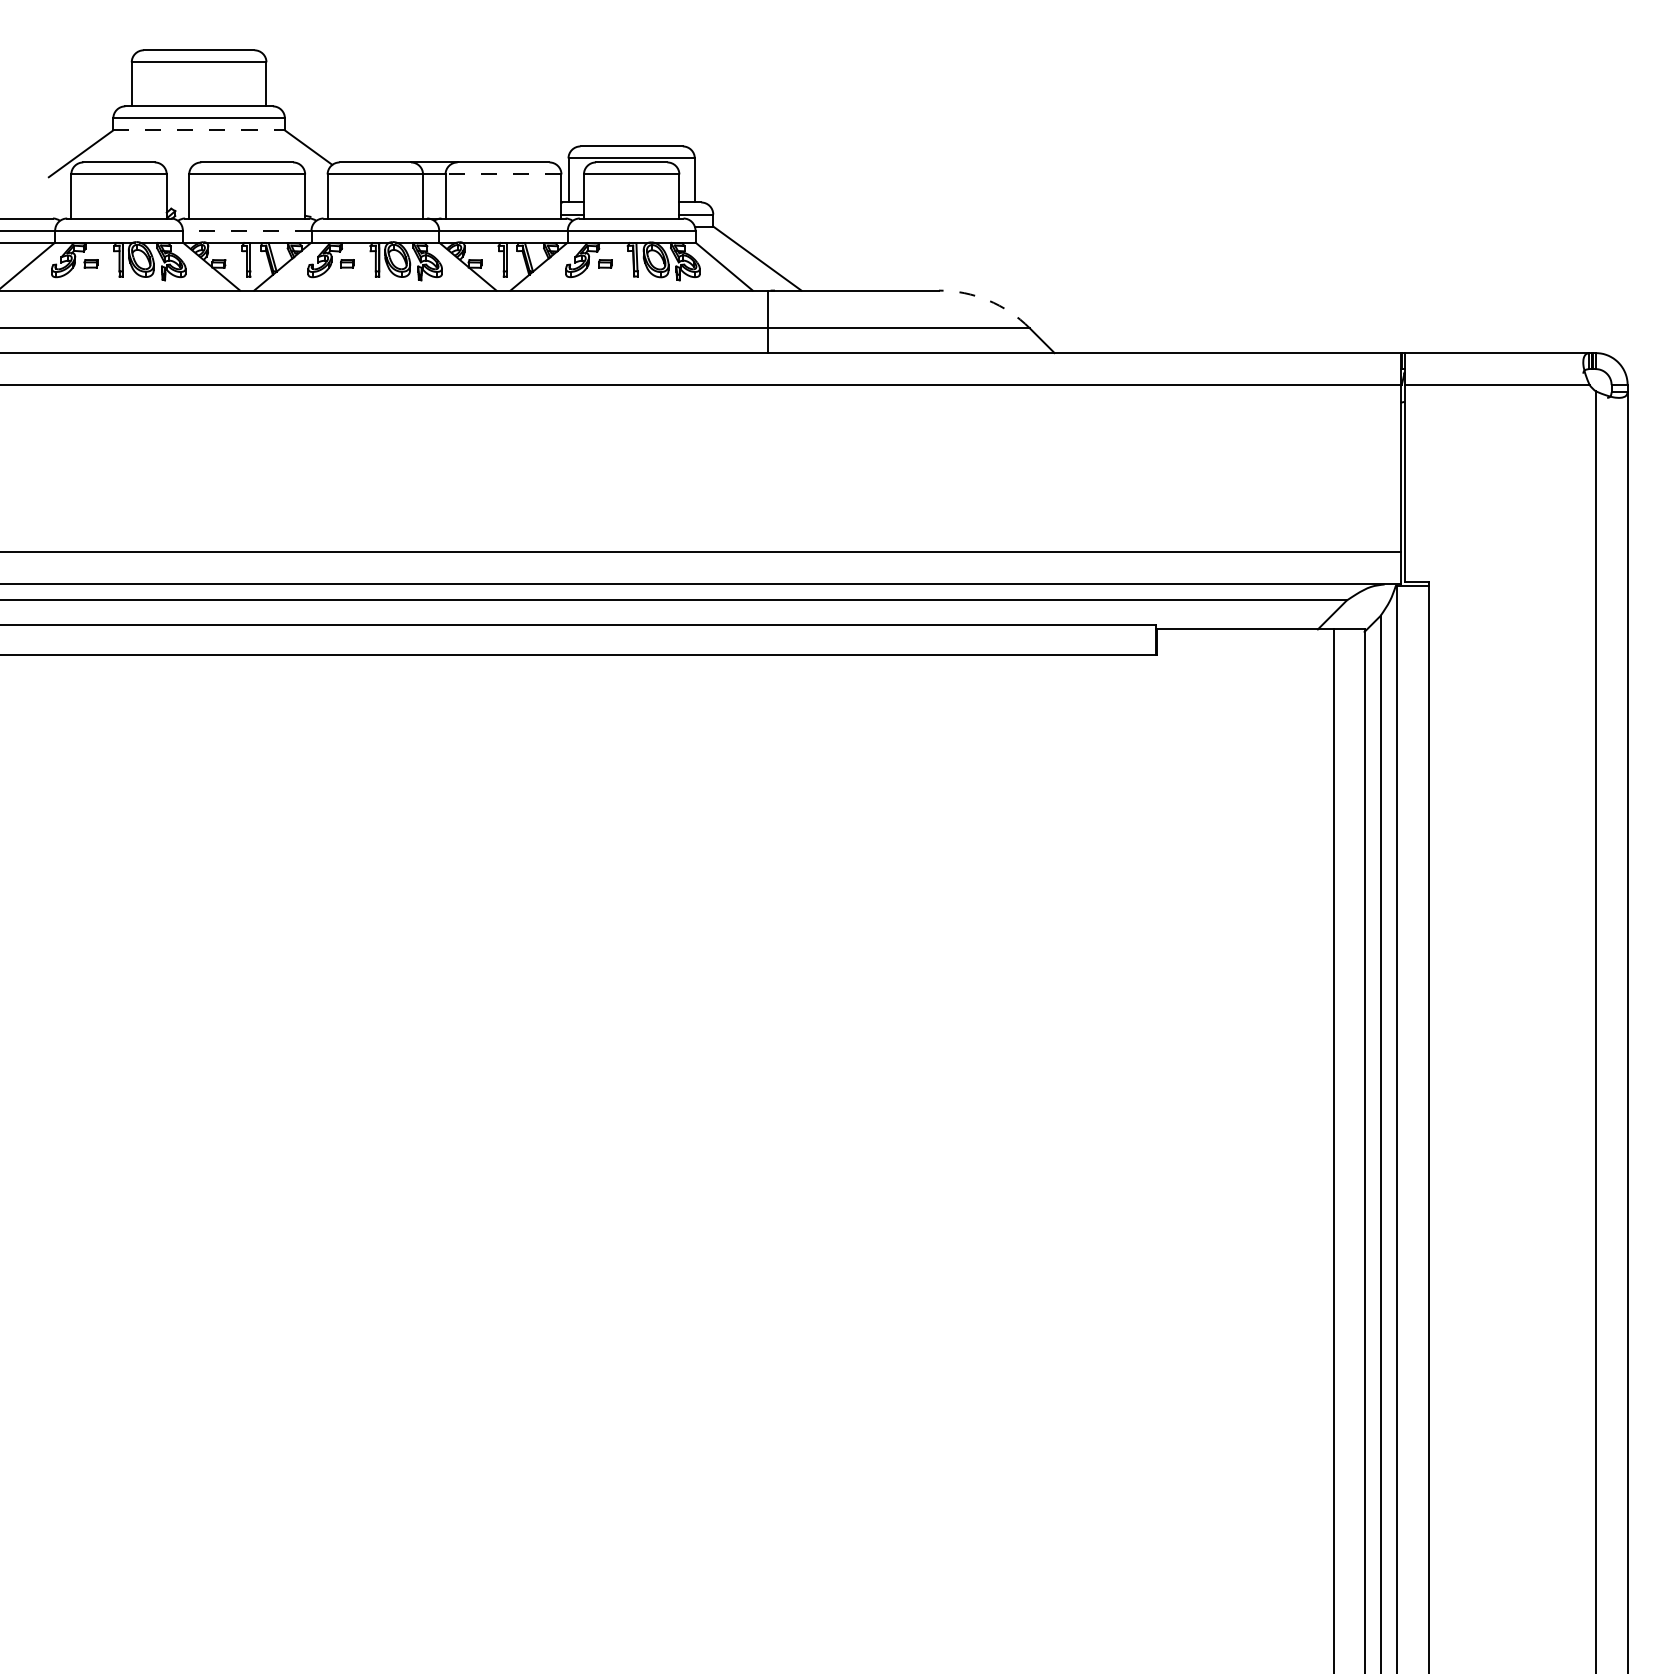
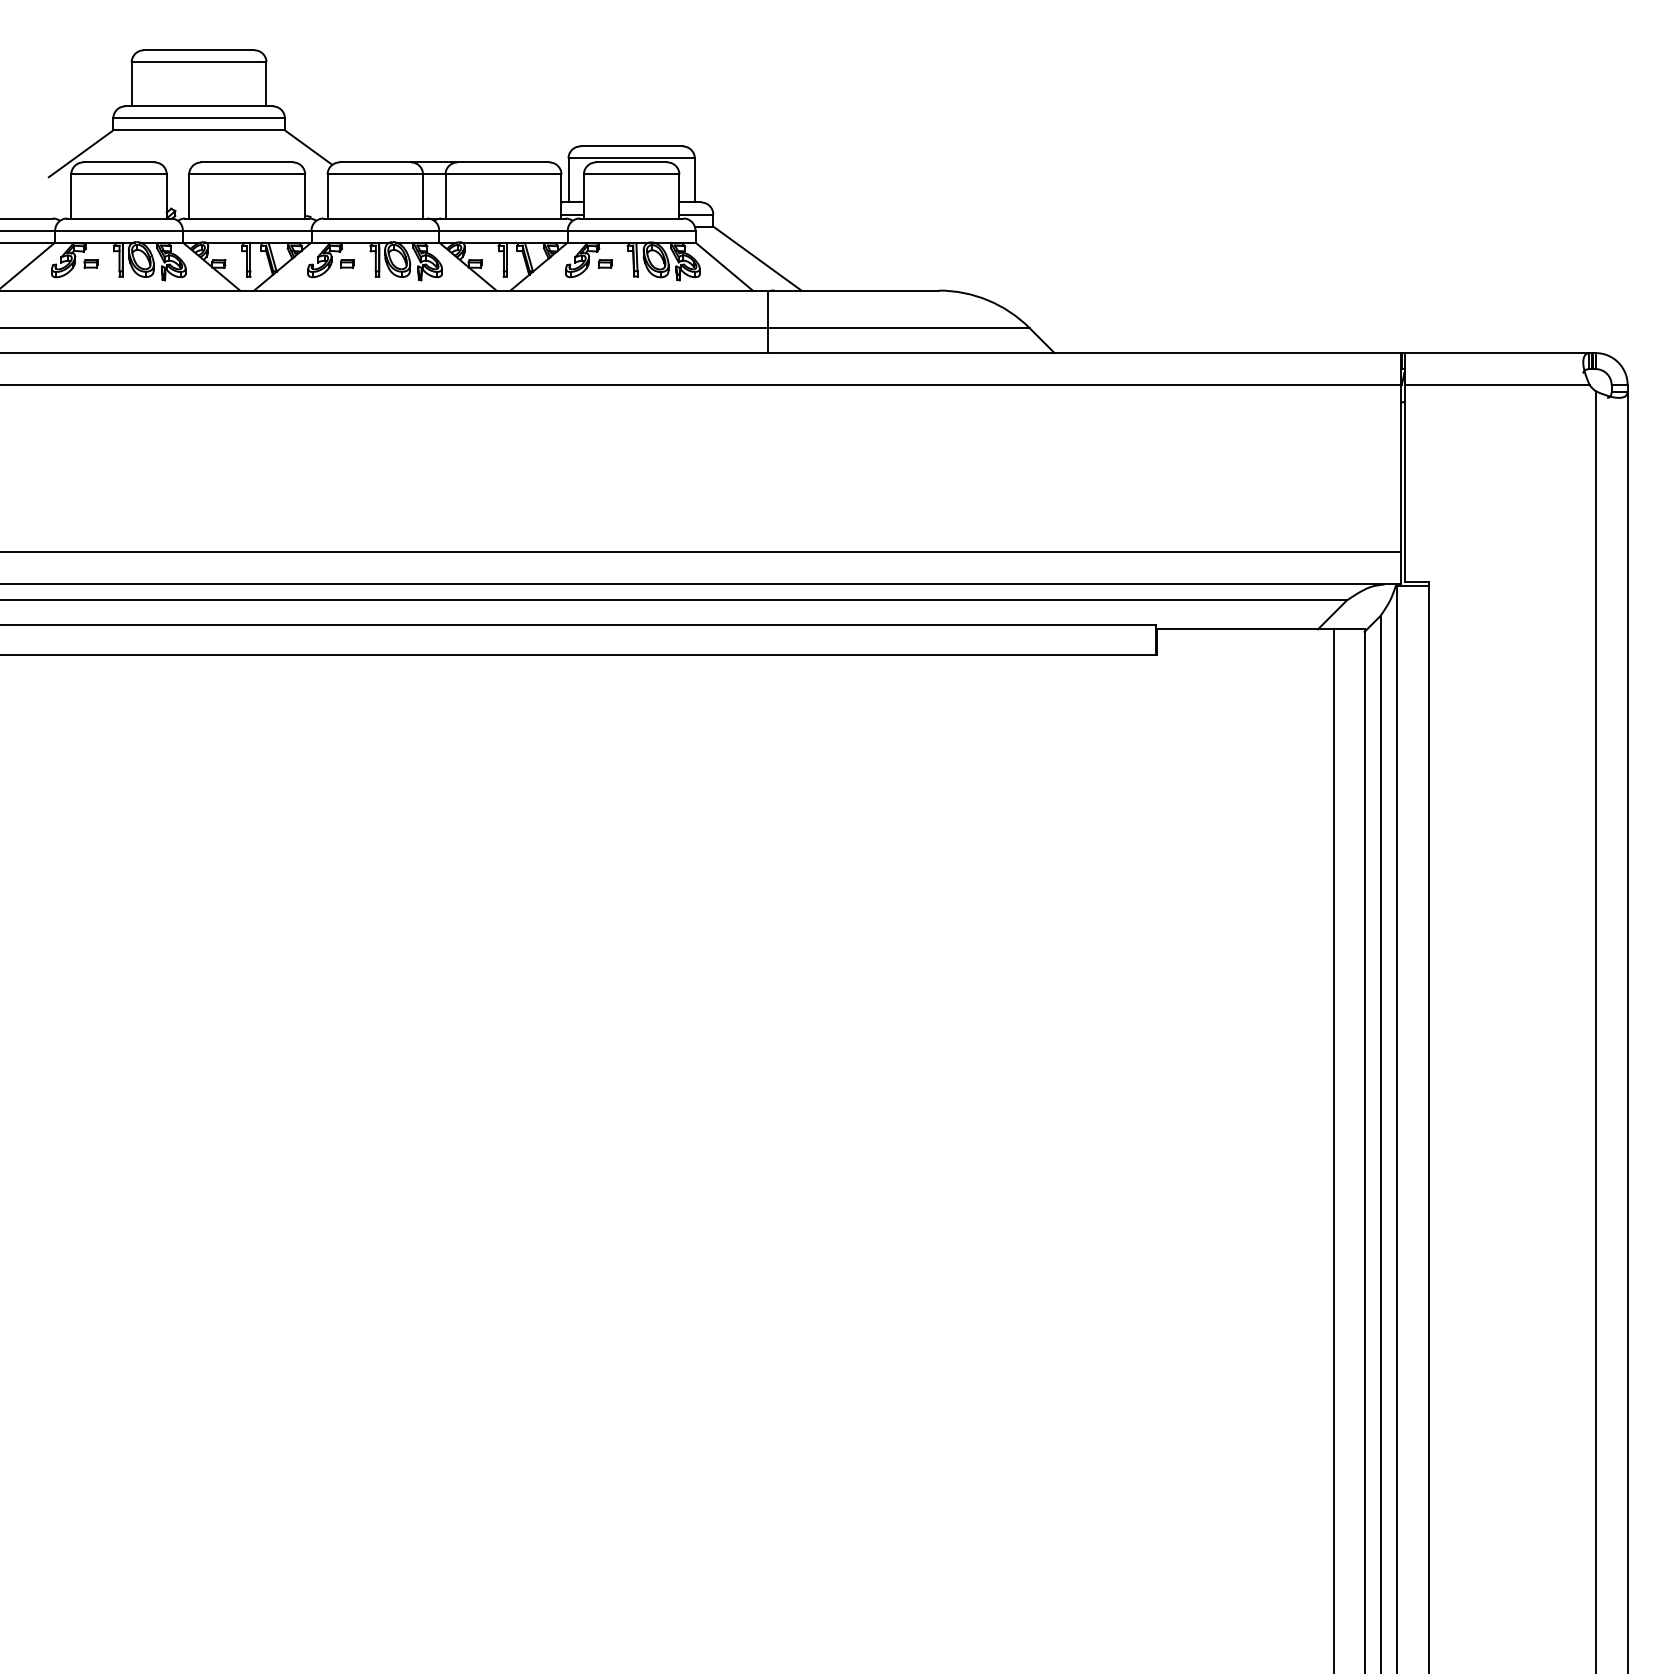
line at (199, 130): dashed -> solid
line at (503, 174): dashed -> solid
line at (246, 230): dashed -> solid
arc at (988, 300): dashed -> solid
